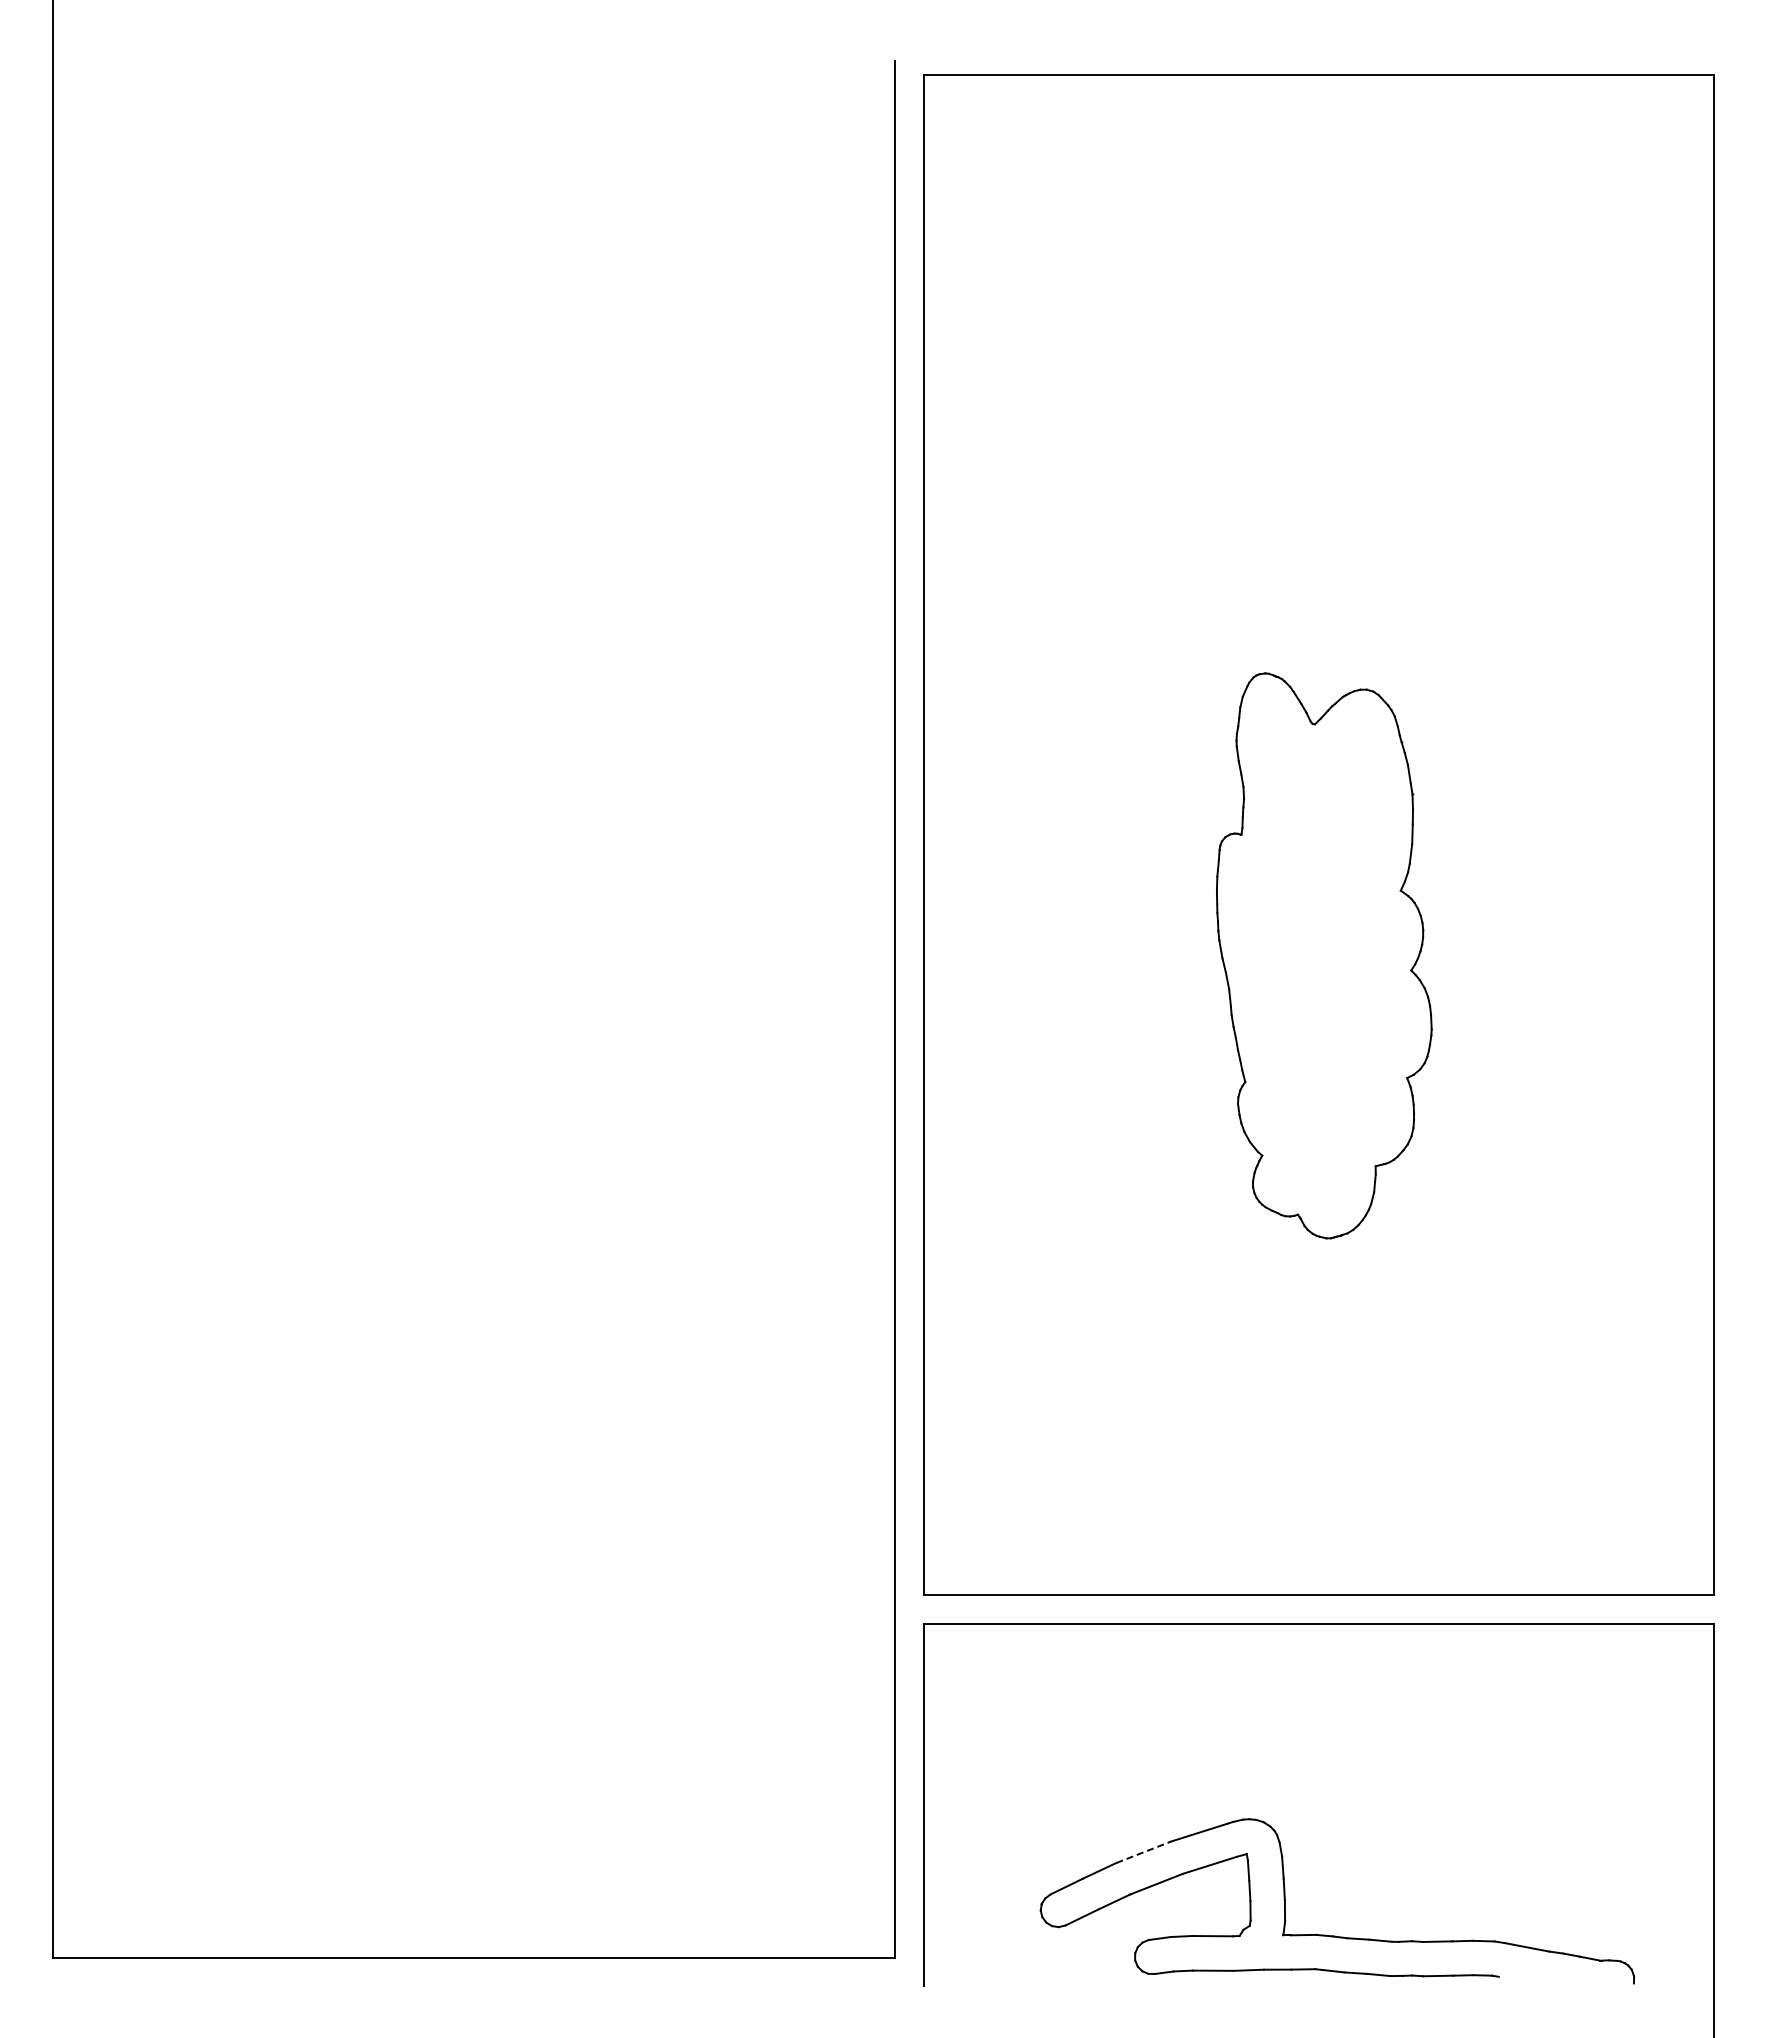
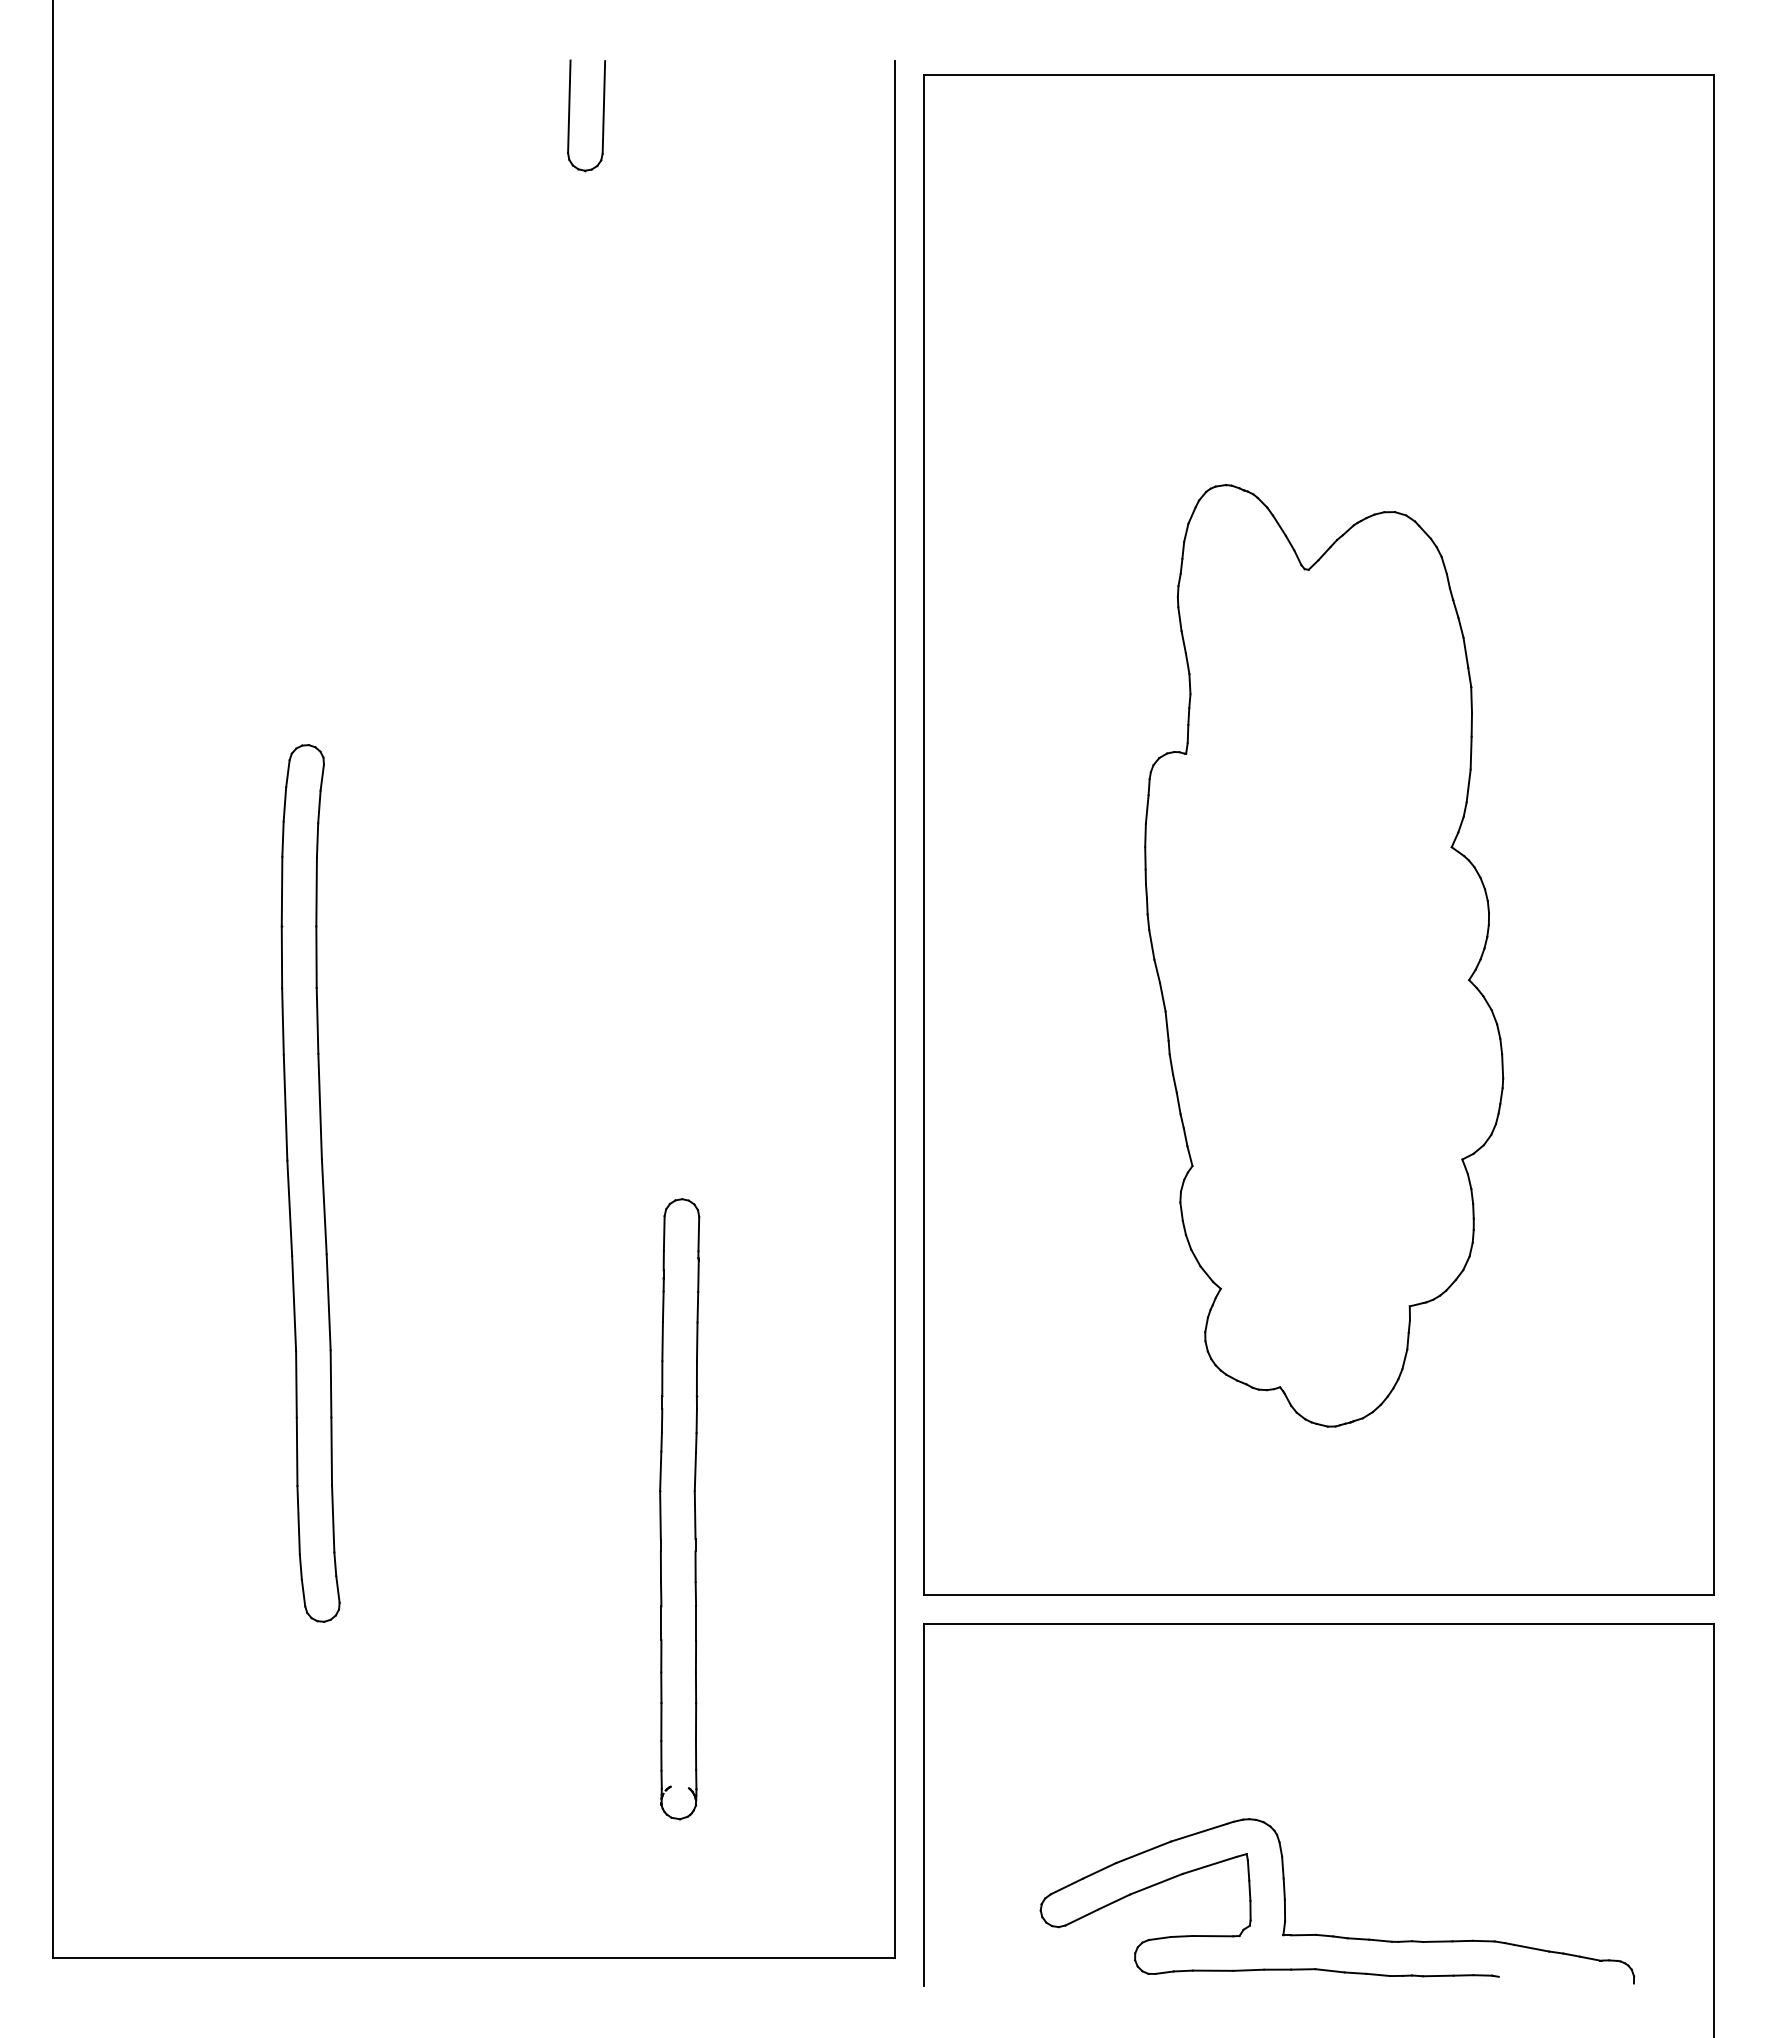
part at (602, 115): none -> present
part at (1324, 955) size: 217x568 px -> 361x944 px
part at (310, 1183): none -> present
part at (679, 1509): none -> present
line at (1144, 1852): dashed -> solid
